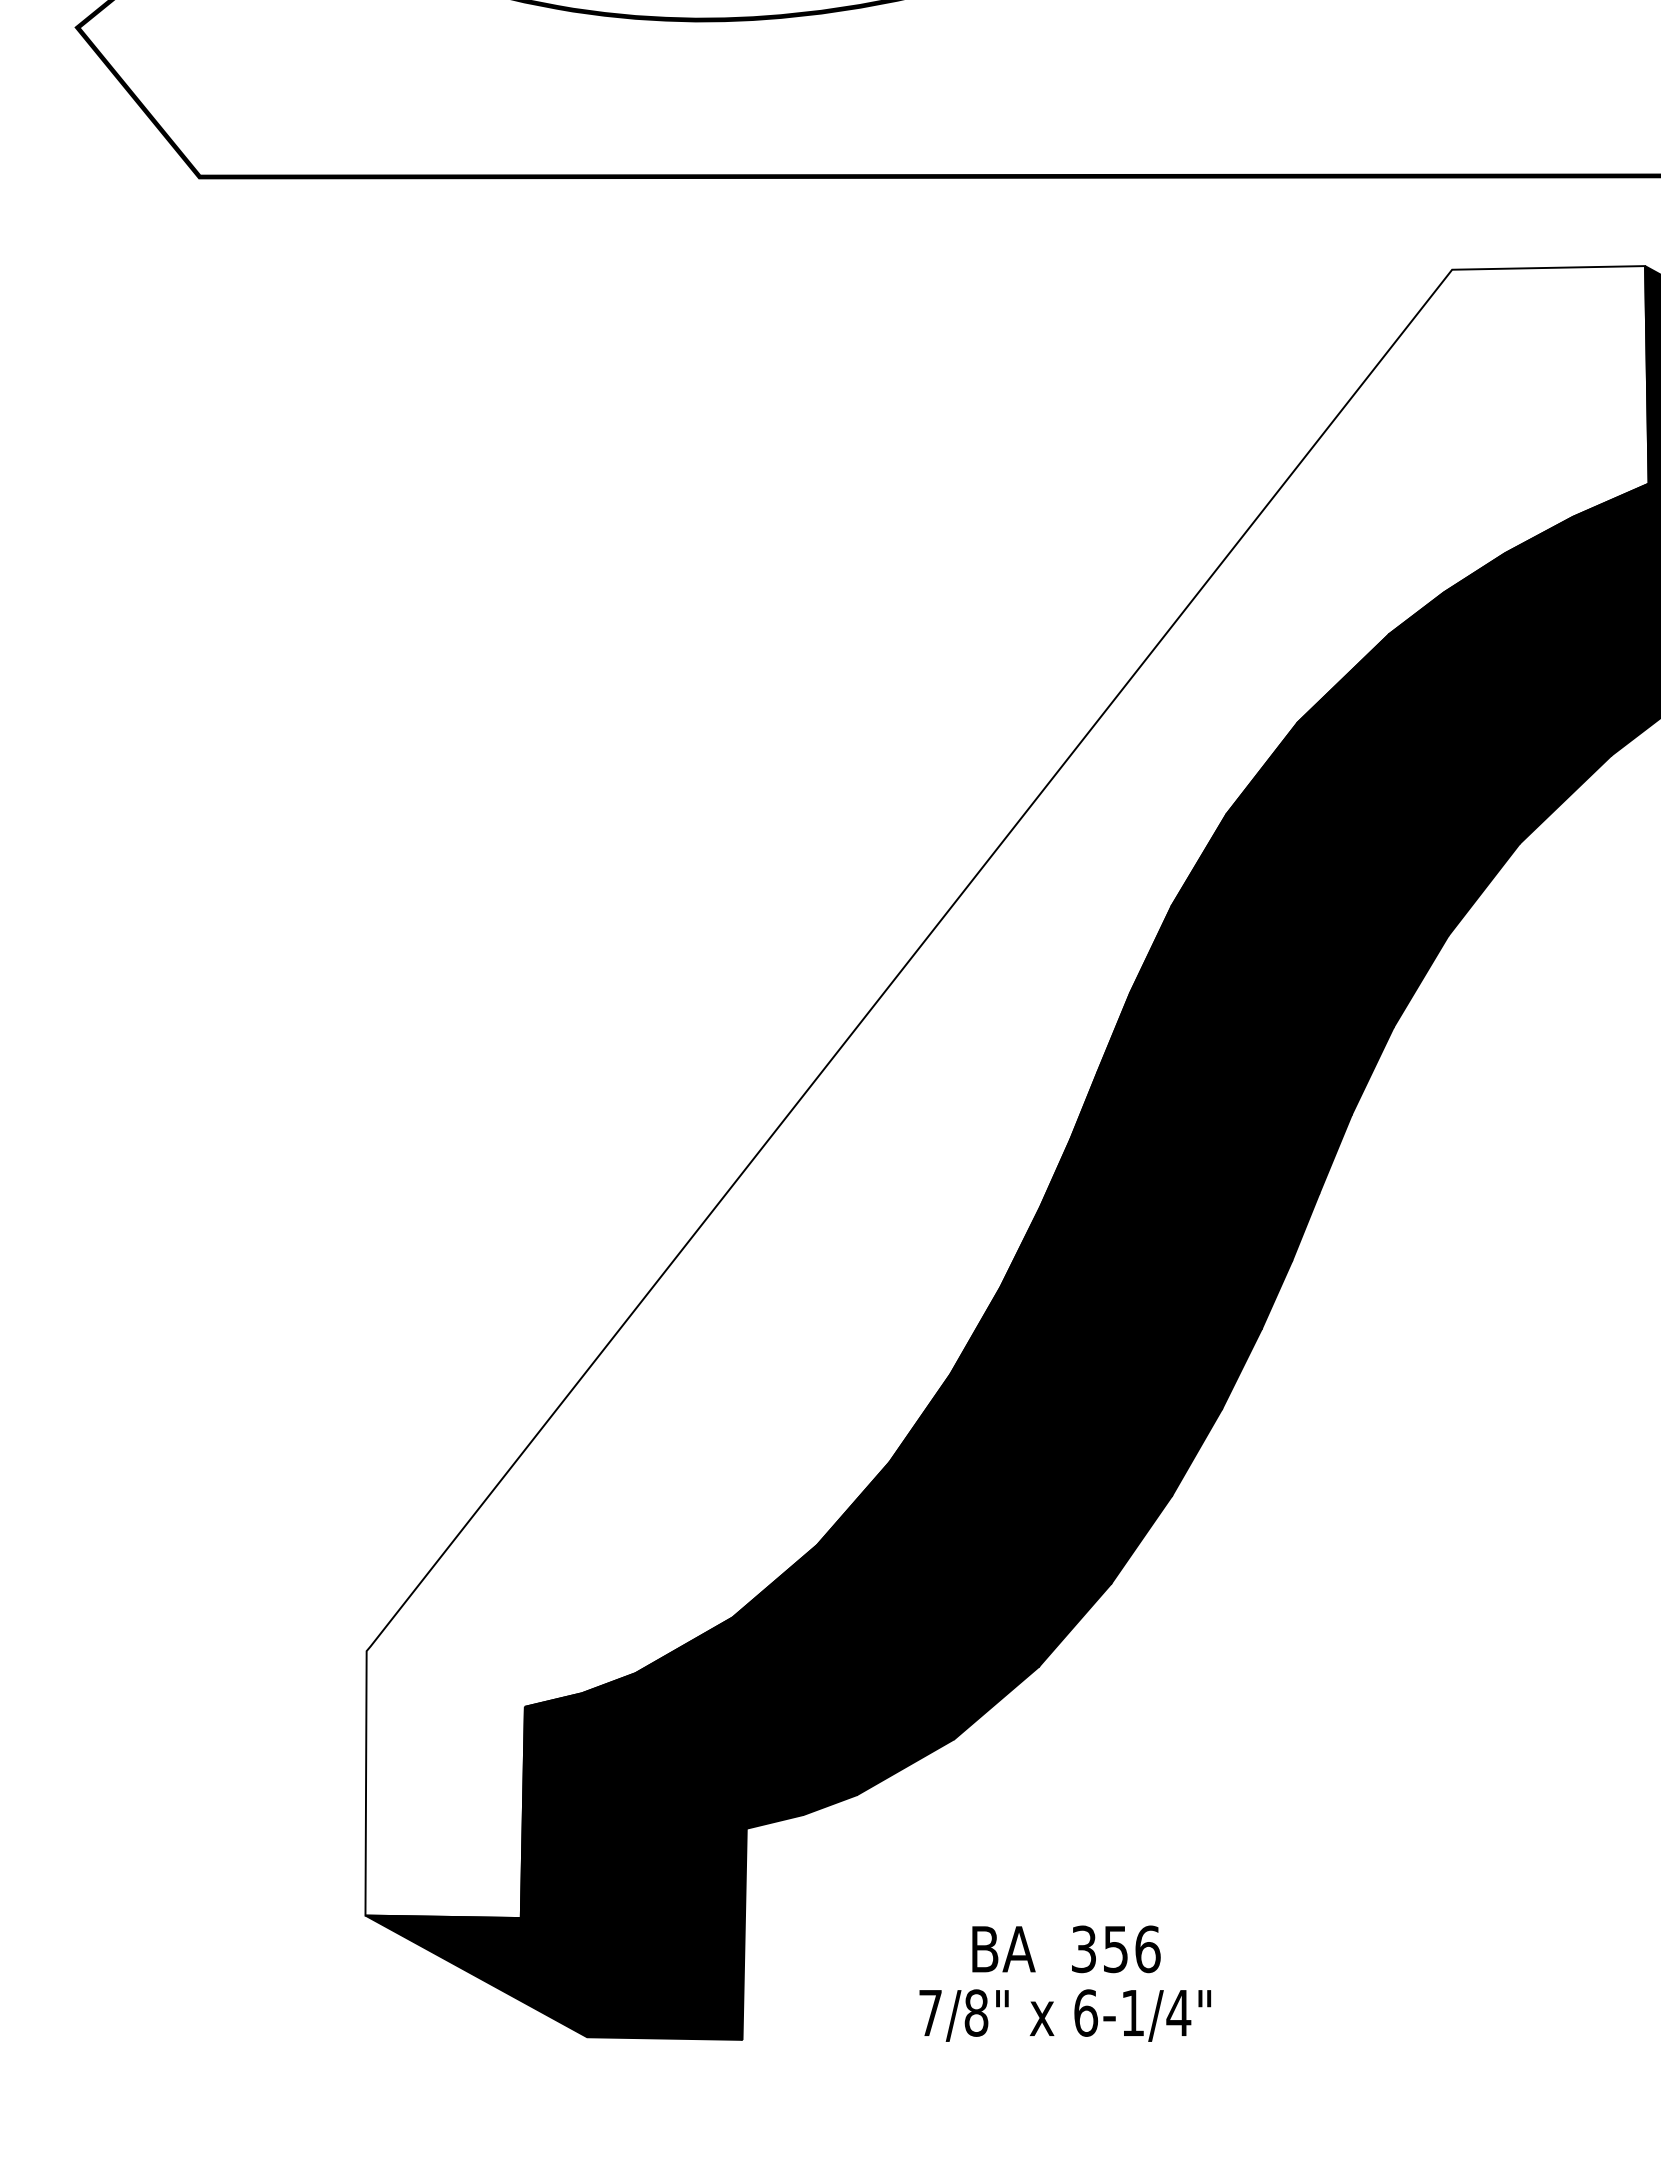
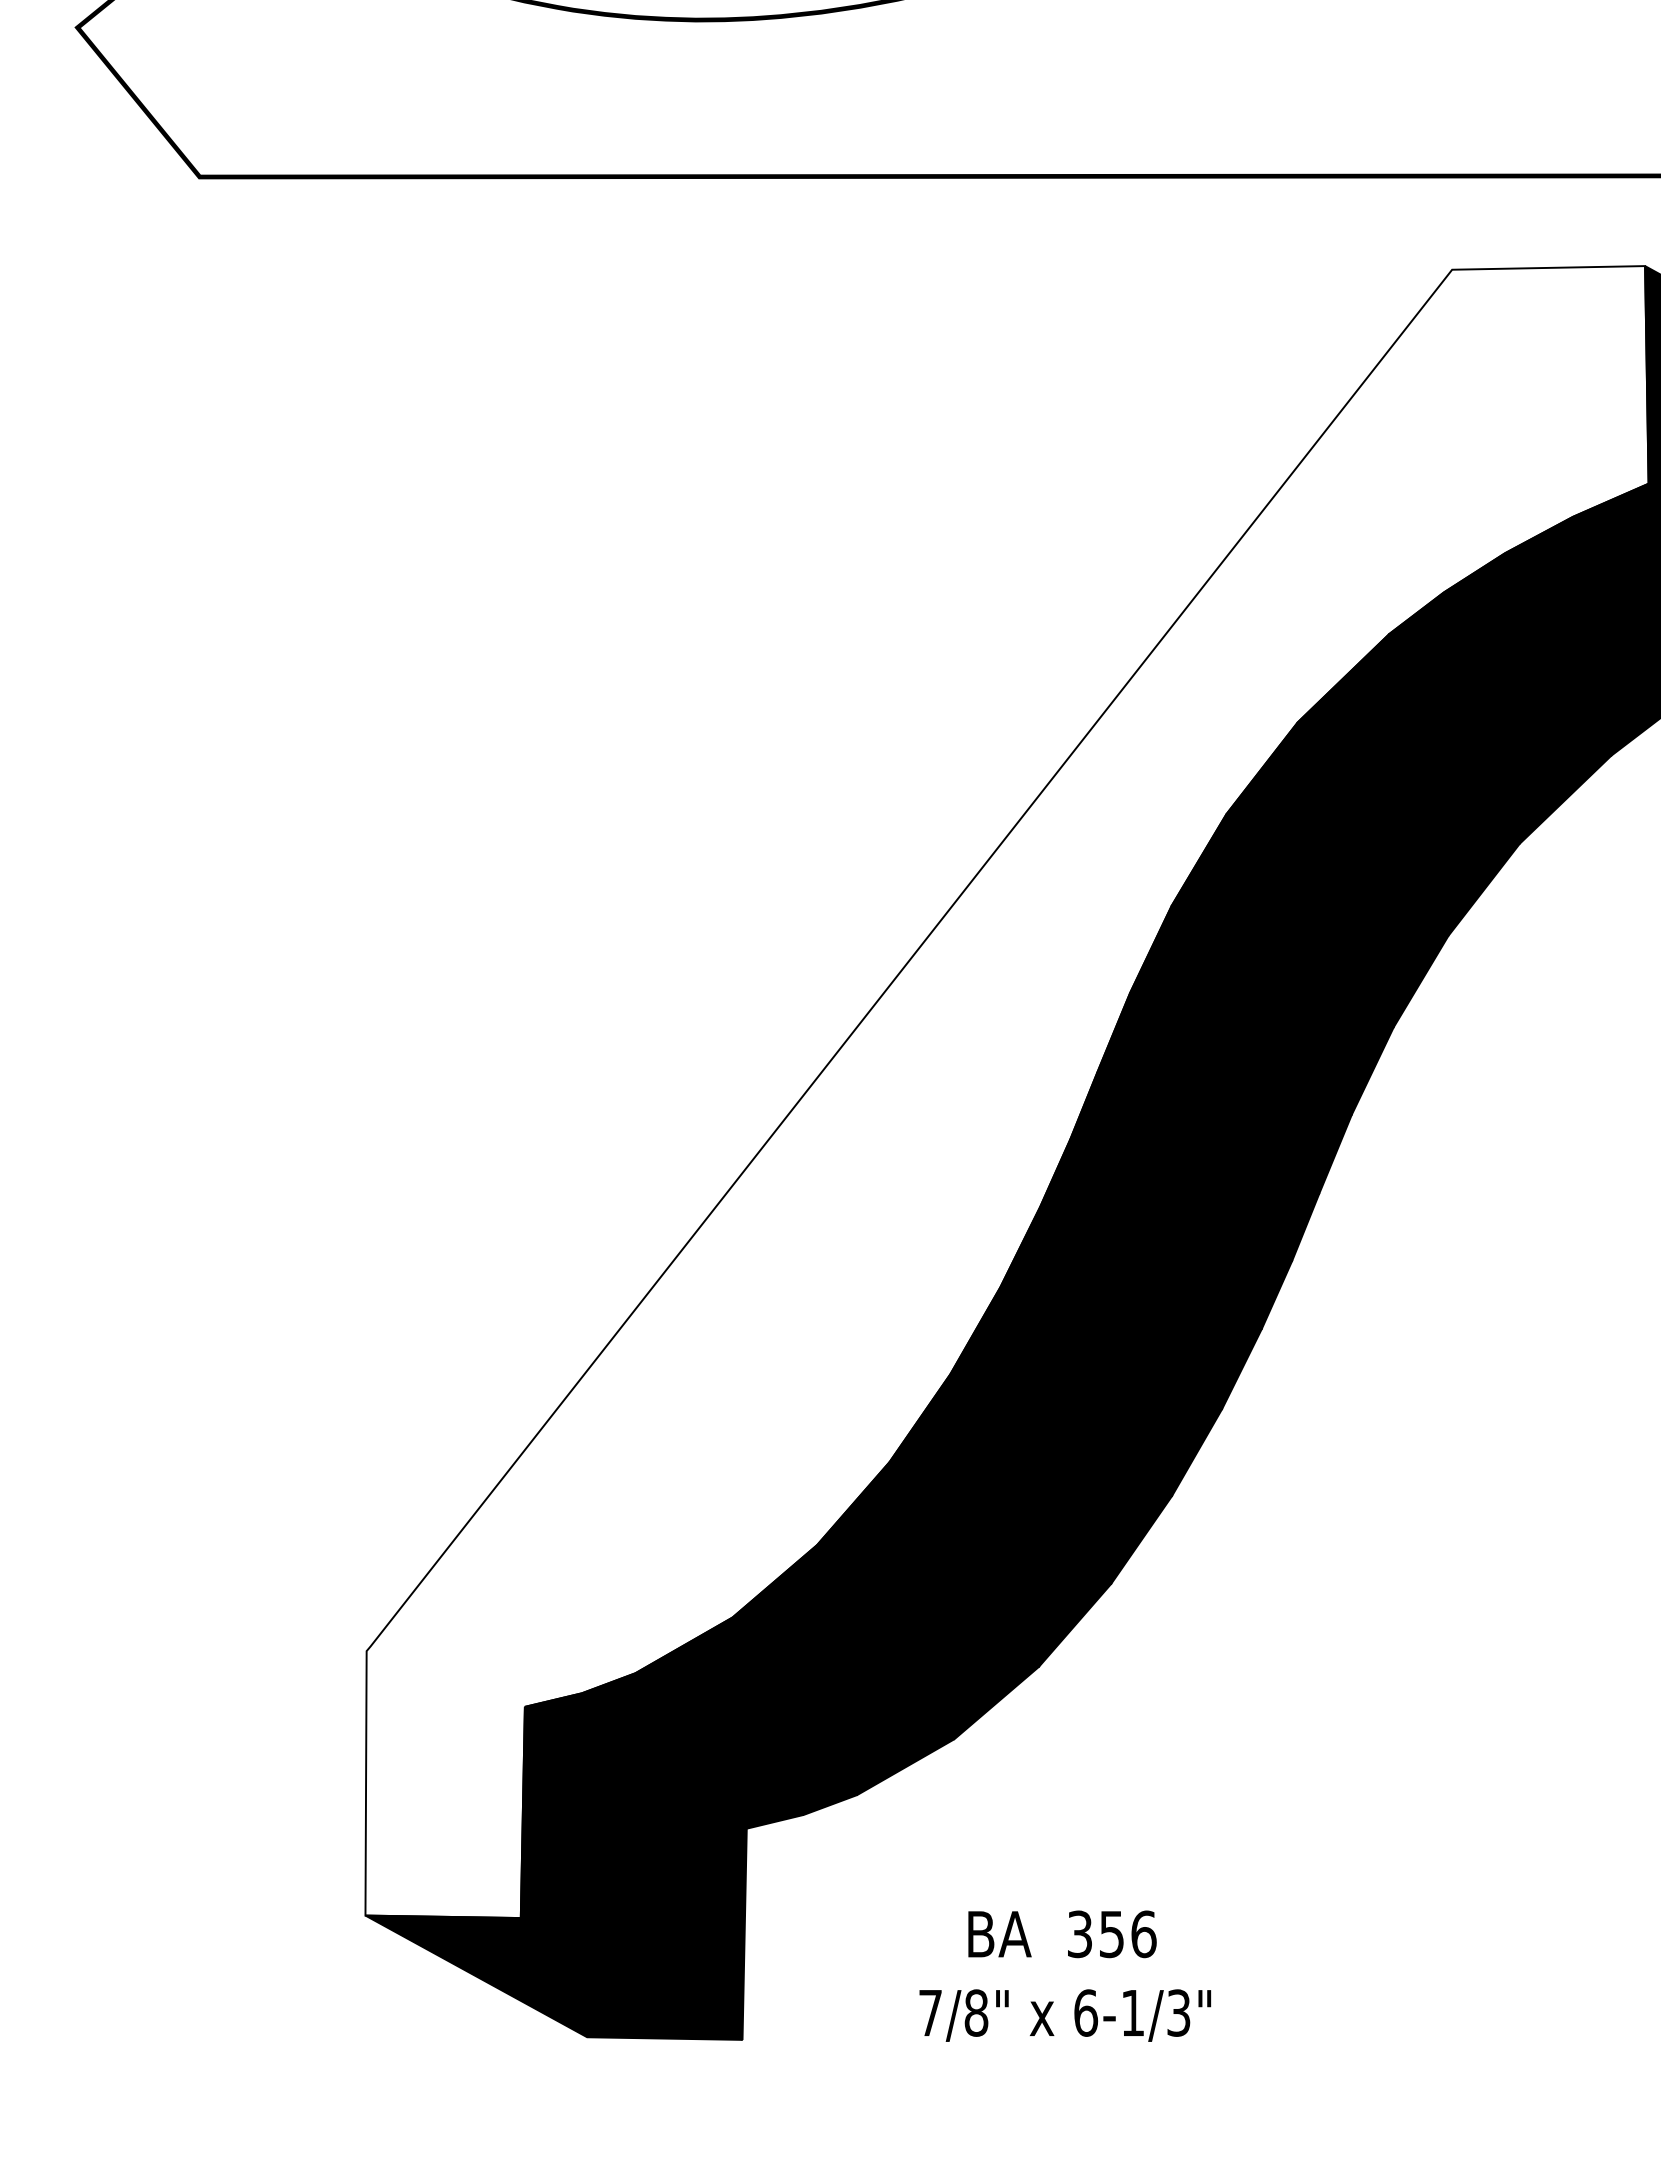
text at (1066, 1949) position: (1066, 1949) -> (1062, 1934)
text at (1178, 2012): 6-1/4" -> 6-1/3"
